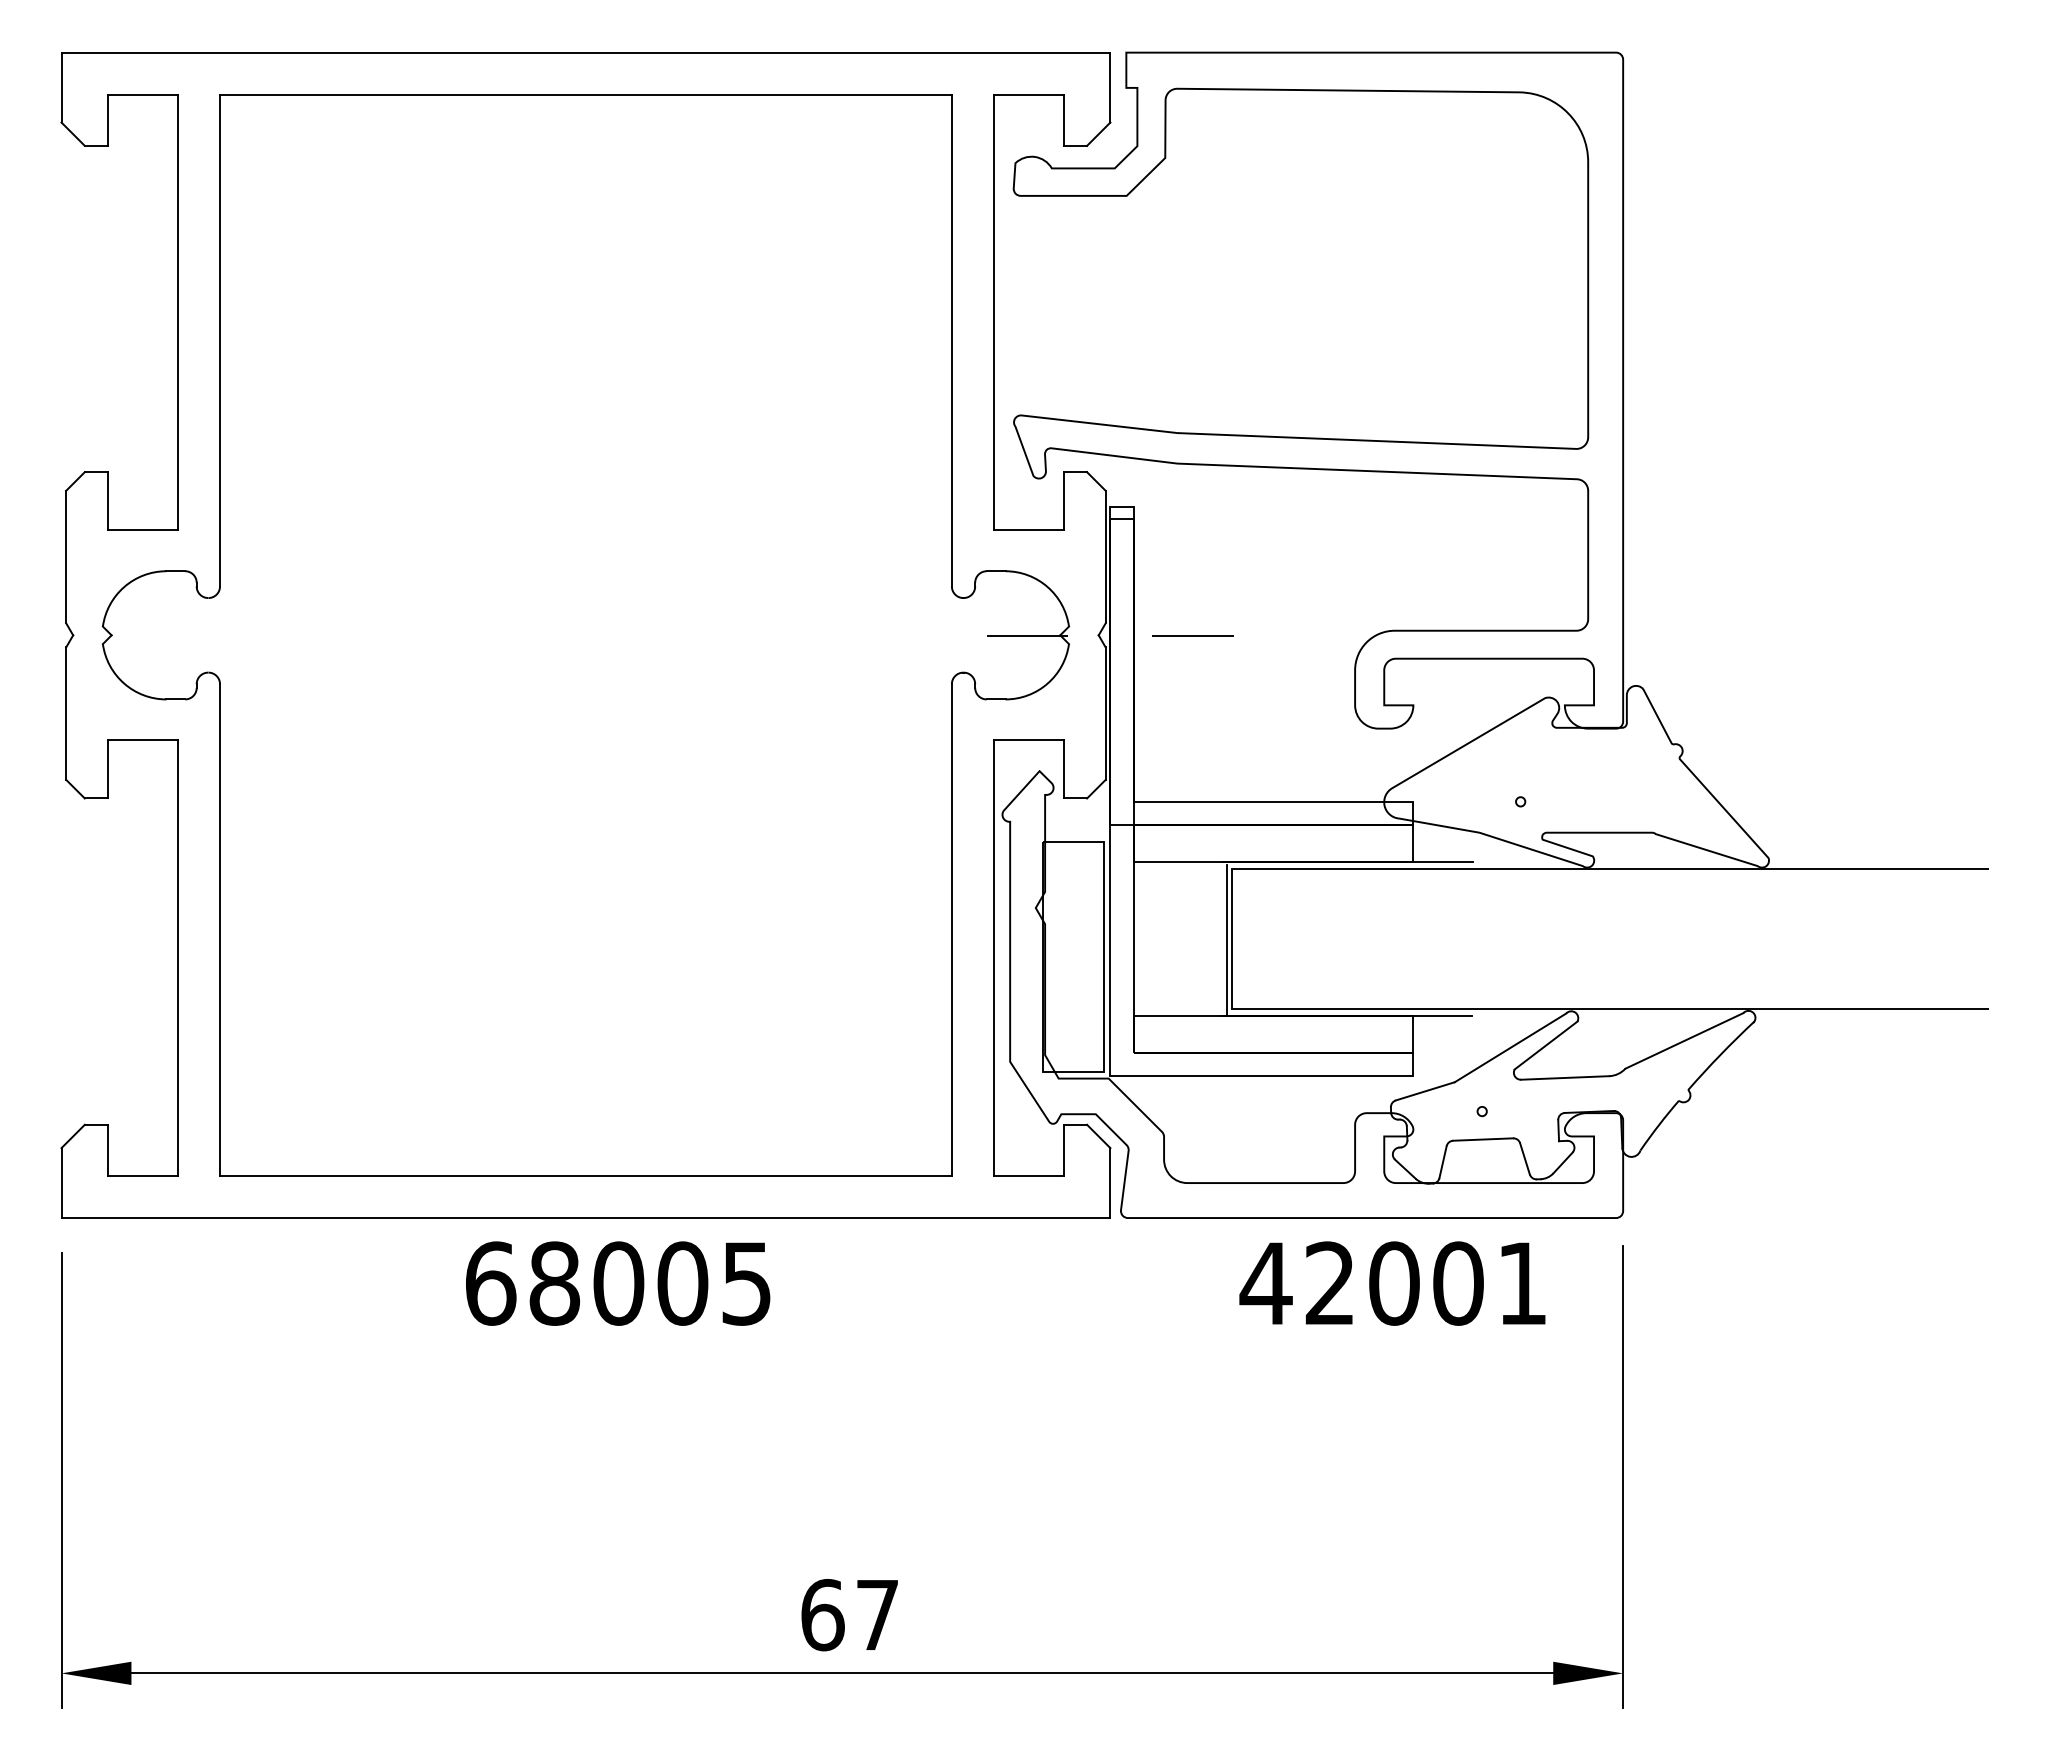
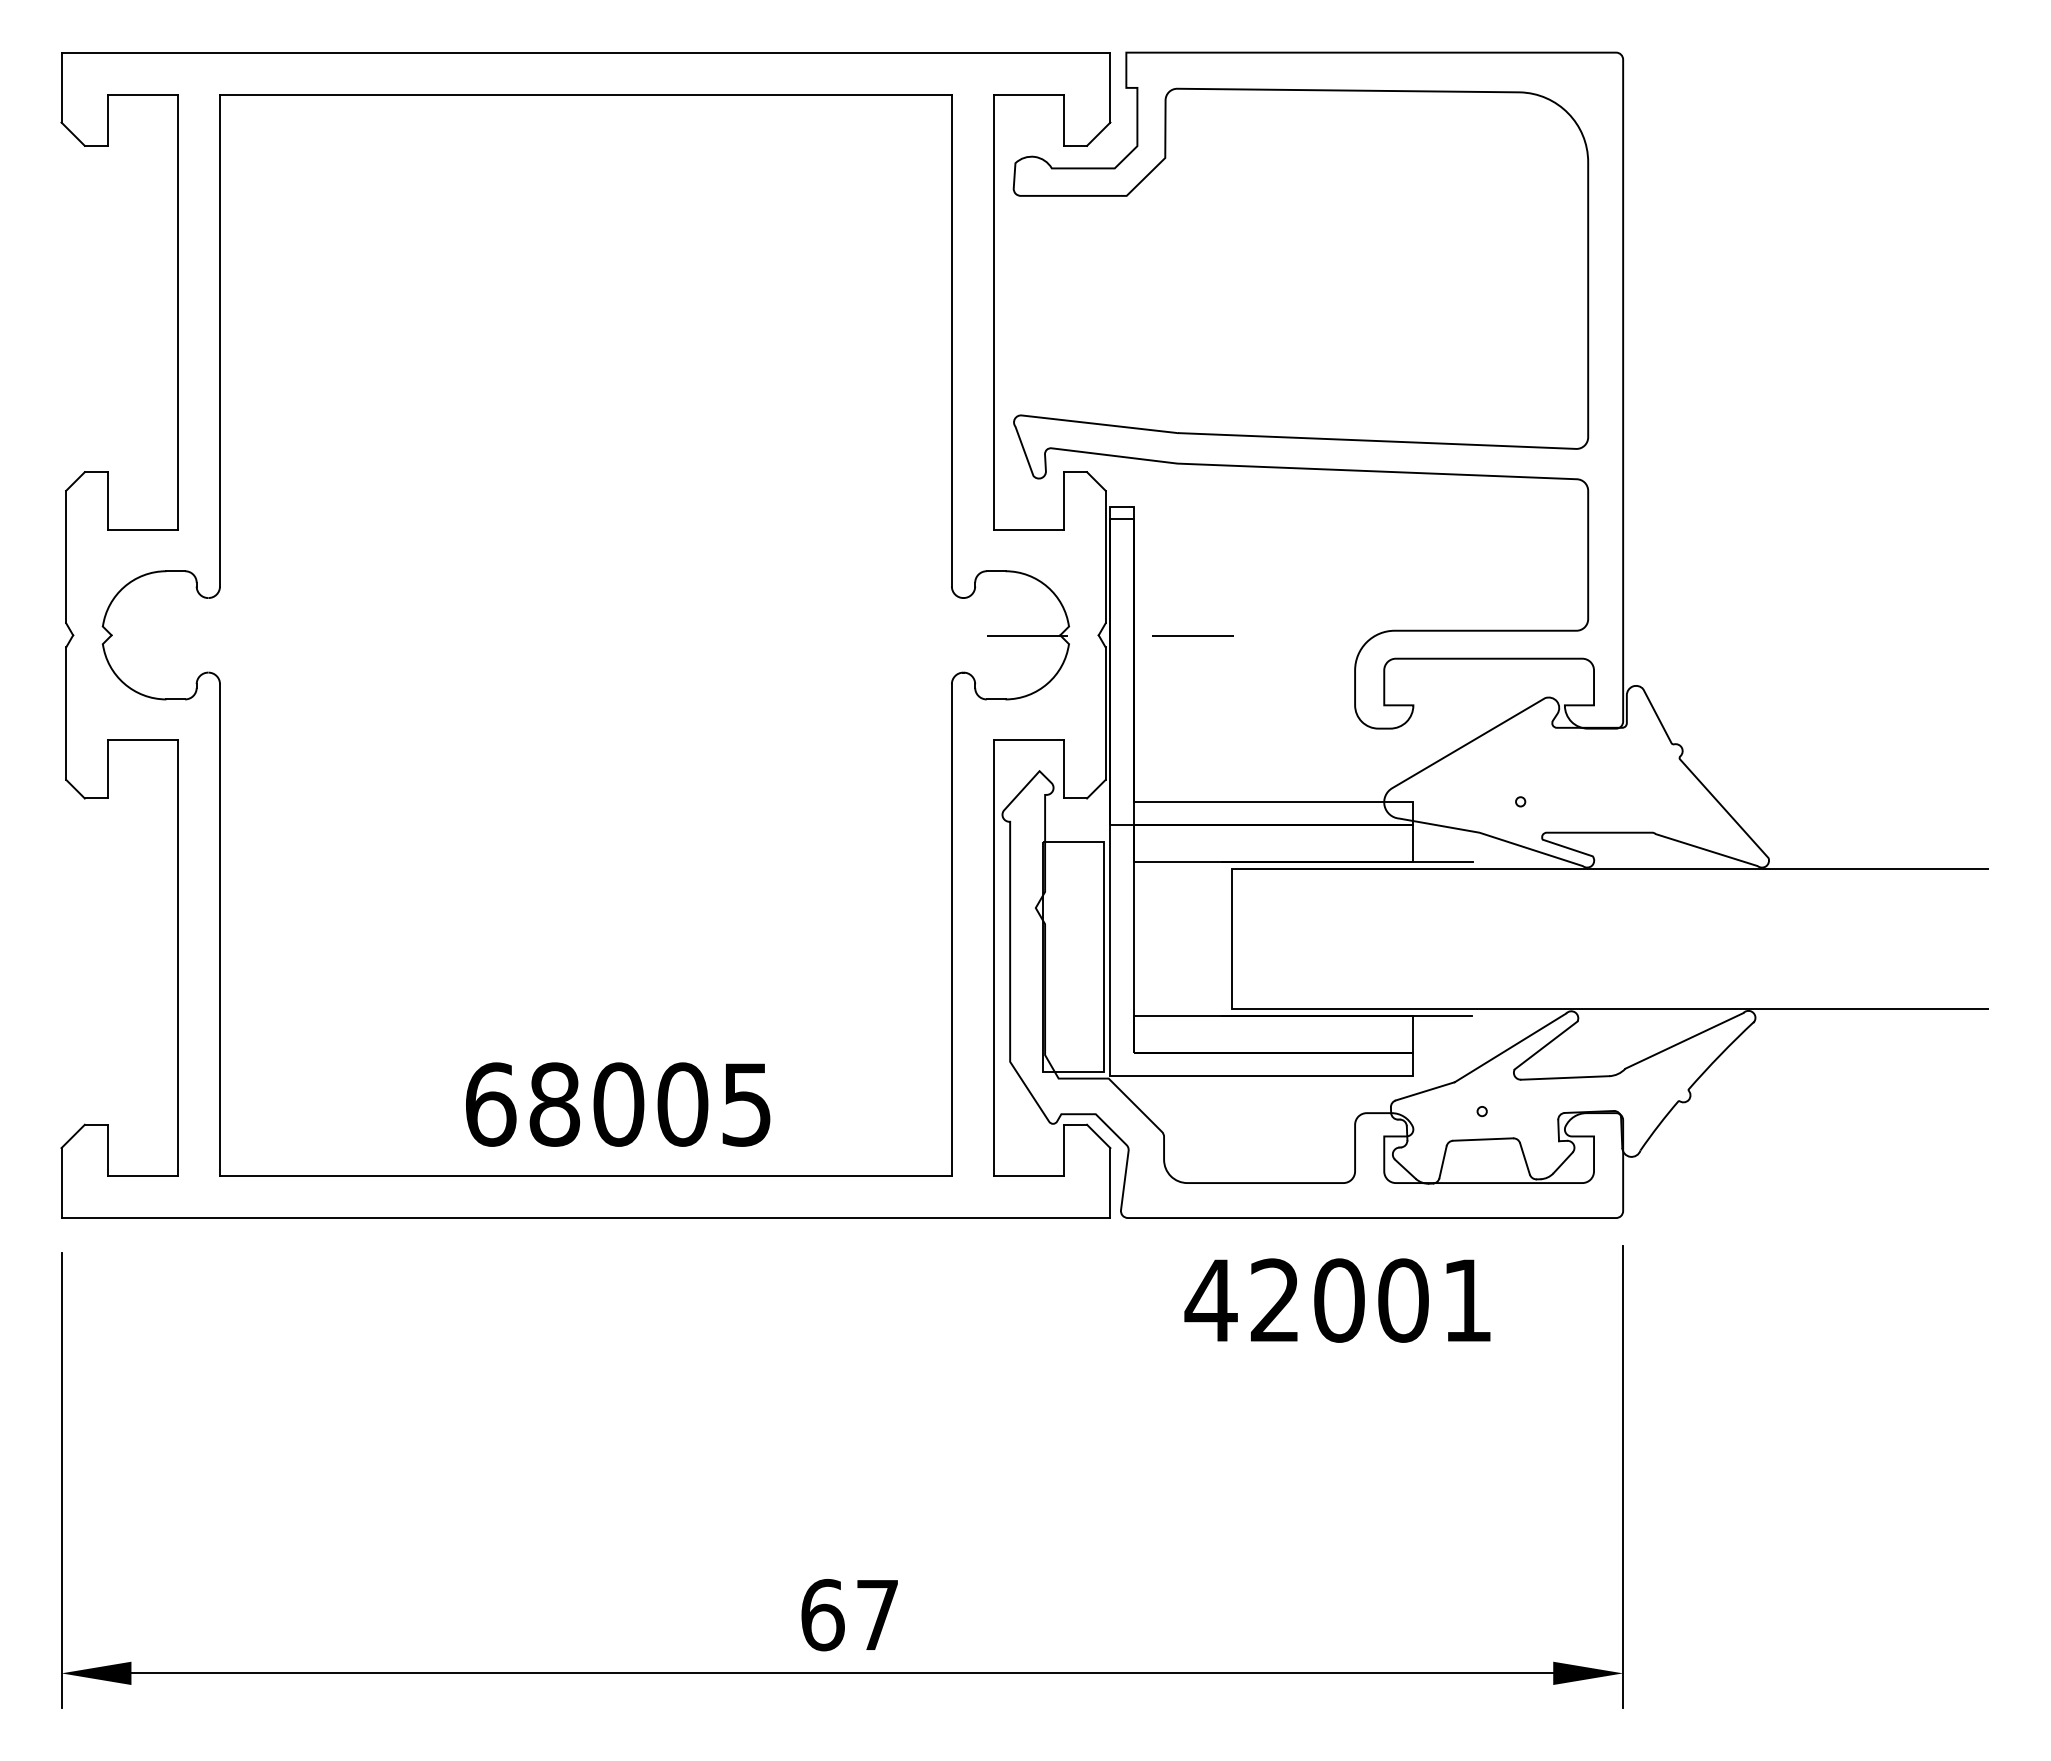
line at (1227, 940): present -> none
text at (618, 1283) position: (618, 1283) -> (618, 1104)
text at (1392, 1283) position: (1392, 1283) -> (1337, 1300)
